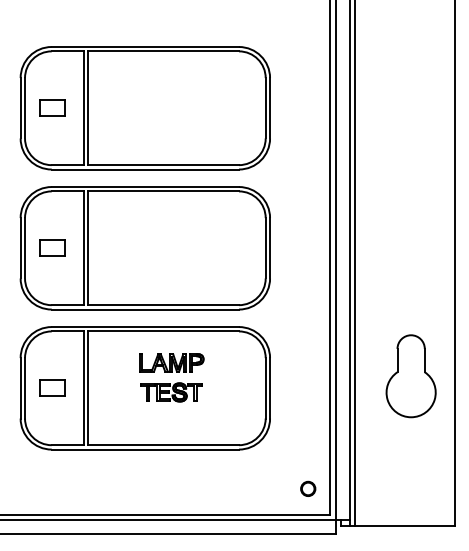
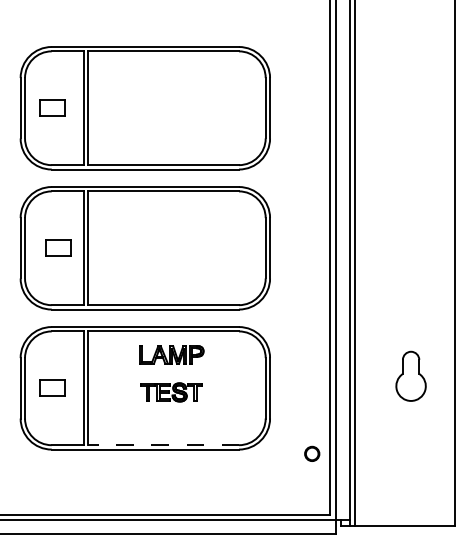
part at (52, 247) position: (52, 247) -> (58, 247)
part at (171, 362) position: (171, 362) -> (171, 354)
part at (410, 376) size: 52x85 px -> 32x52 px
line at (163, 445): solid -> dashed
circle at (308, 488) position: (308, 488) -> (312, 453)
